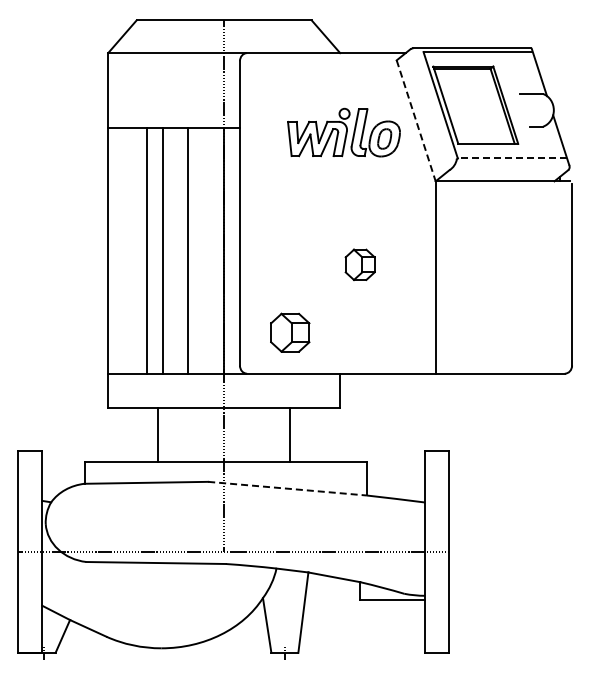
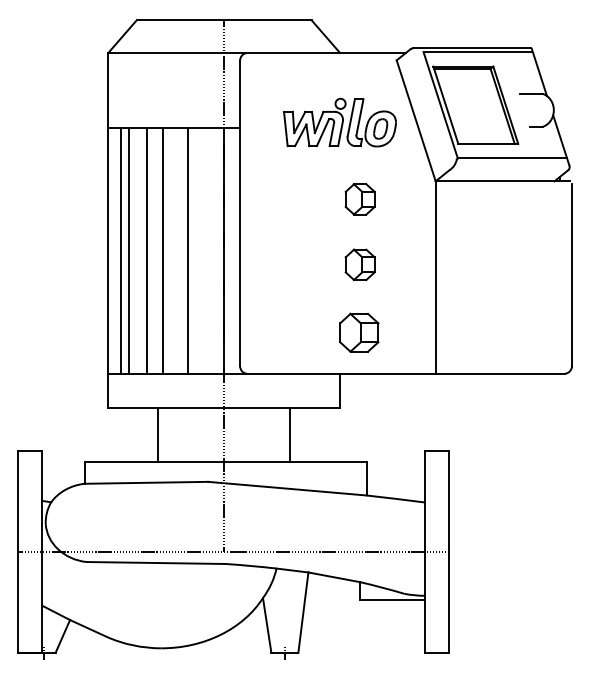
line at (416, 120): dashed -> solid
part at (343, 132) position: (343, 132) -> (339, 122)
line at (512, 158): dashed -> solid
part at (359, 199): none -> present
line at (120, 250): none -> present
line at (129, 250): none -> present
part at (290, 332) position: (290, 332) -> (359, 332)
line at (287, 488): dashed -> solid
